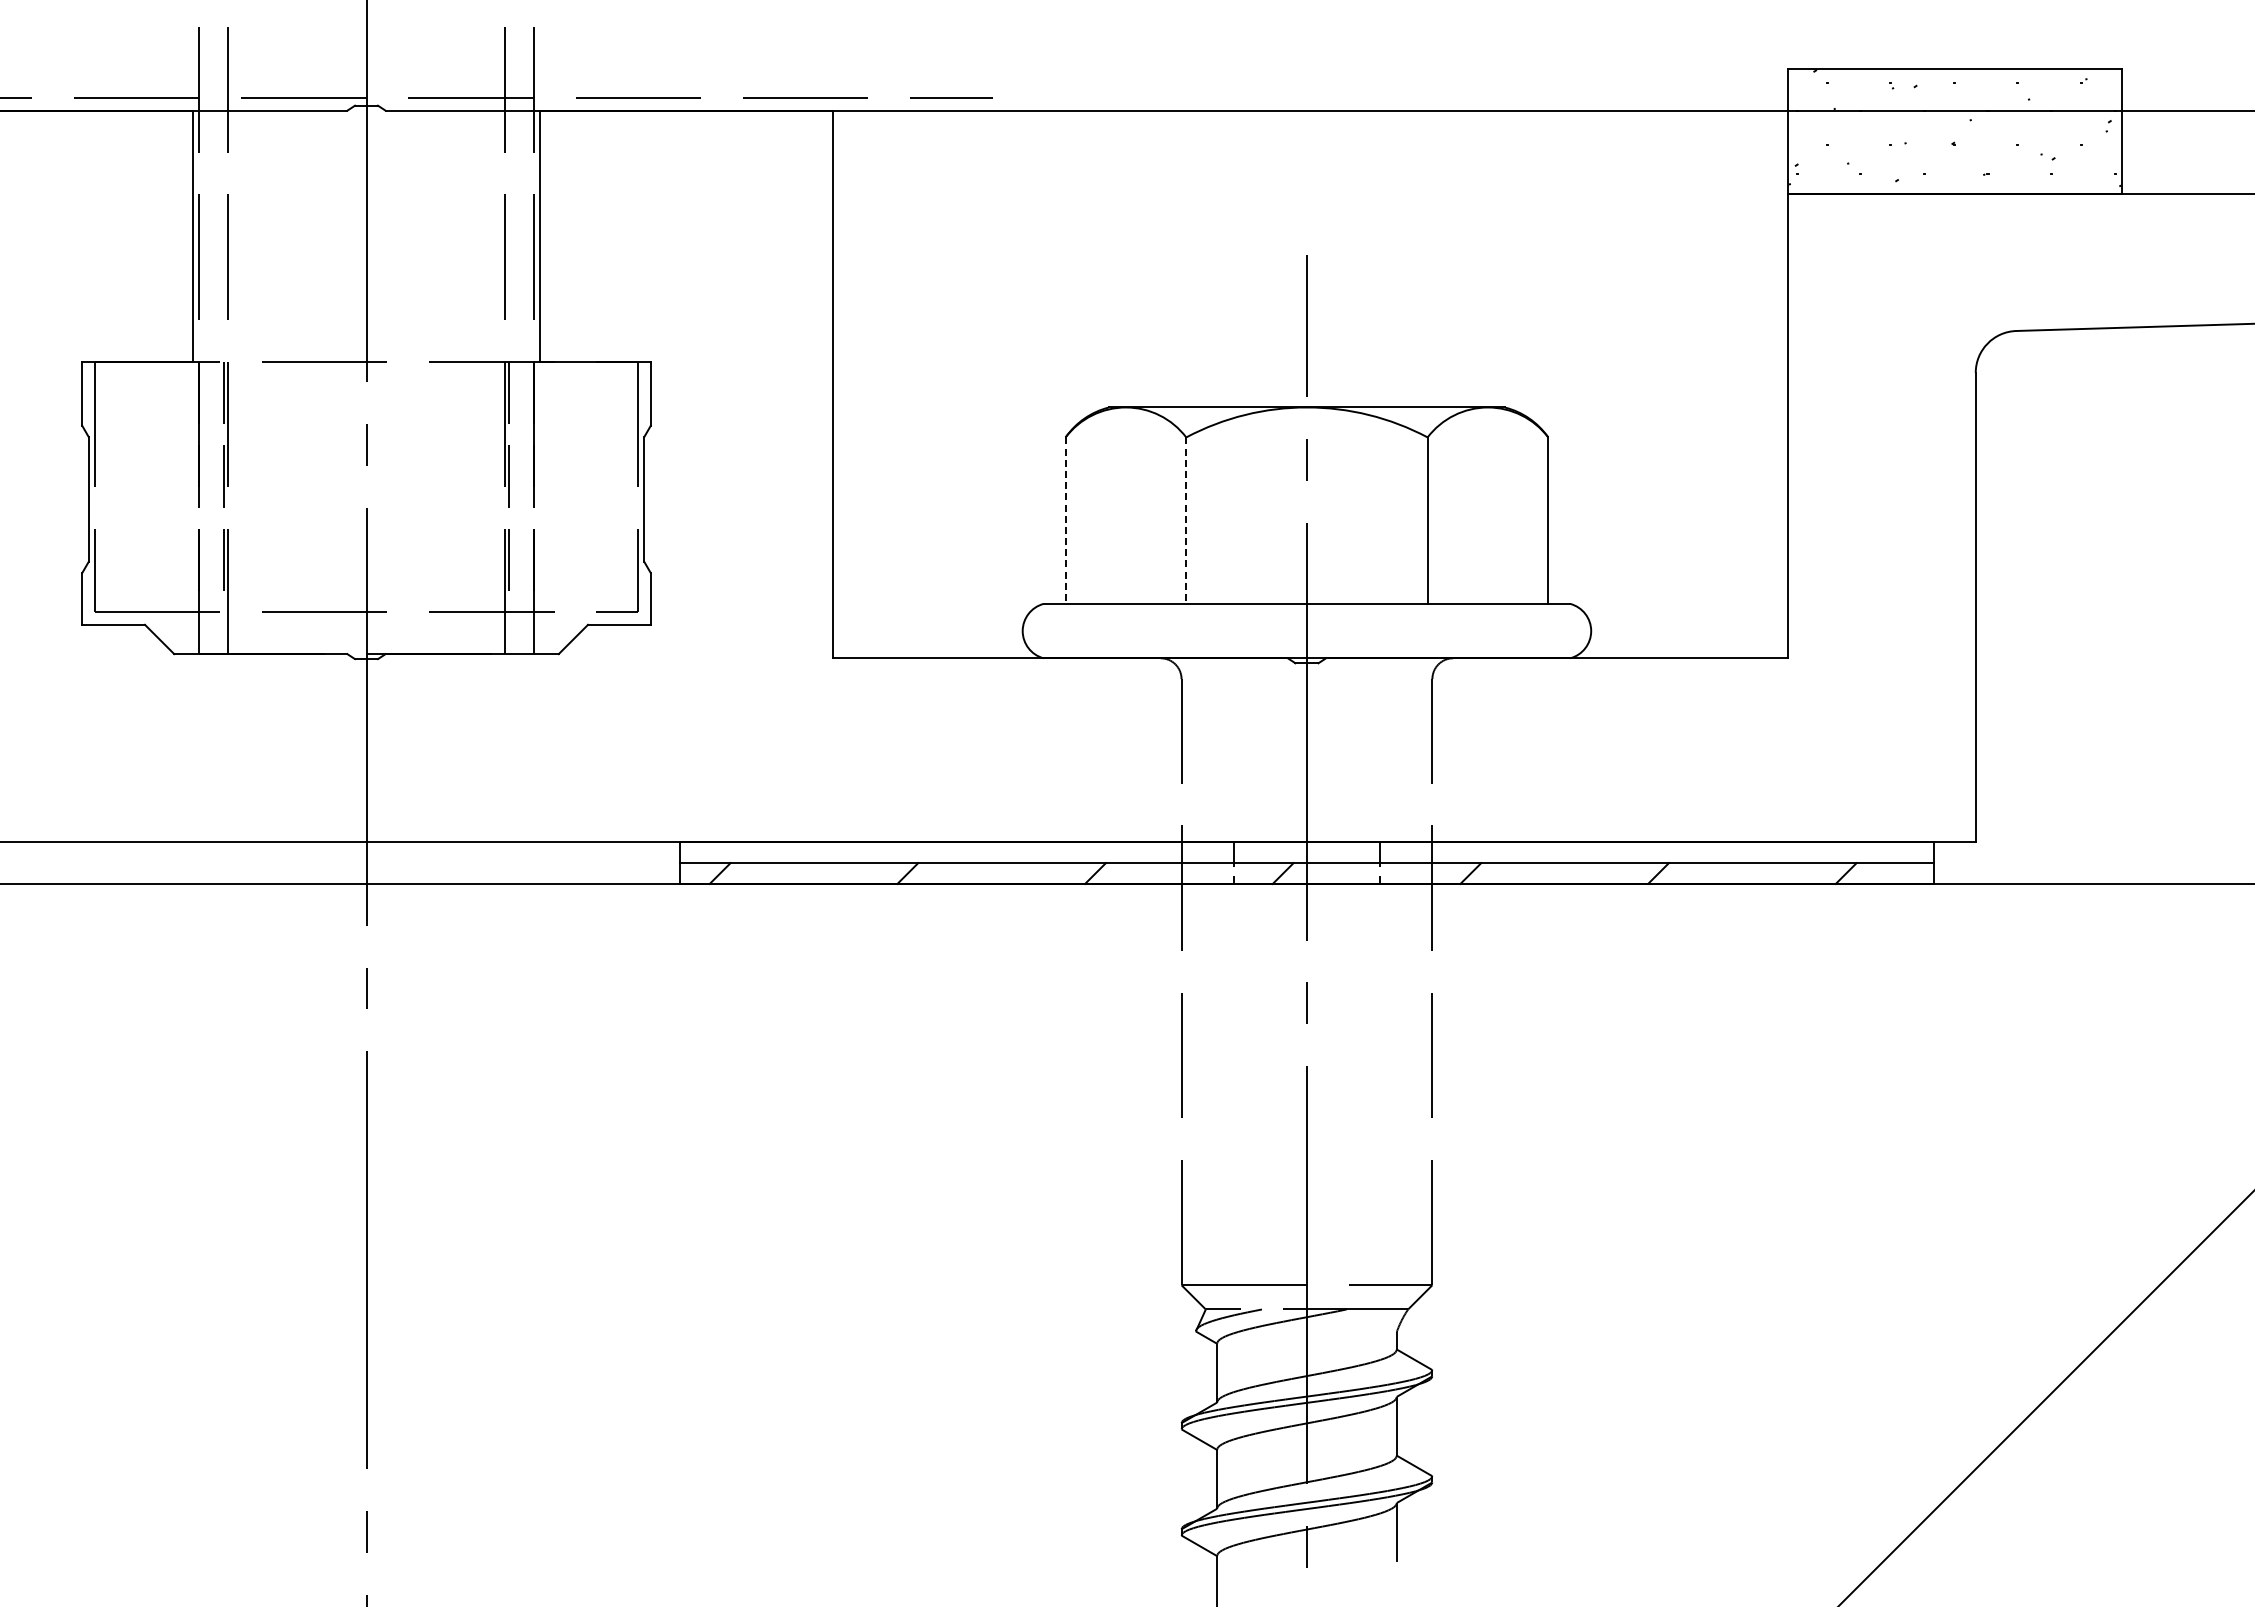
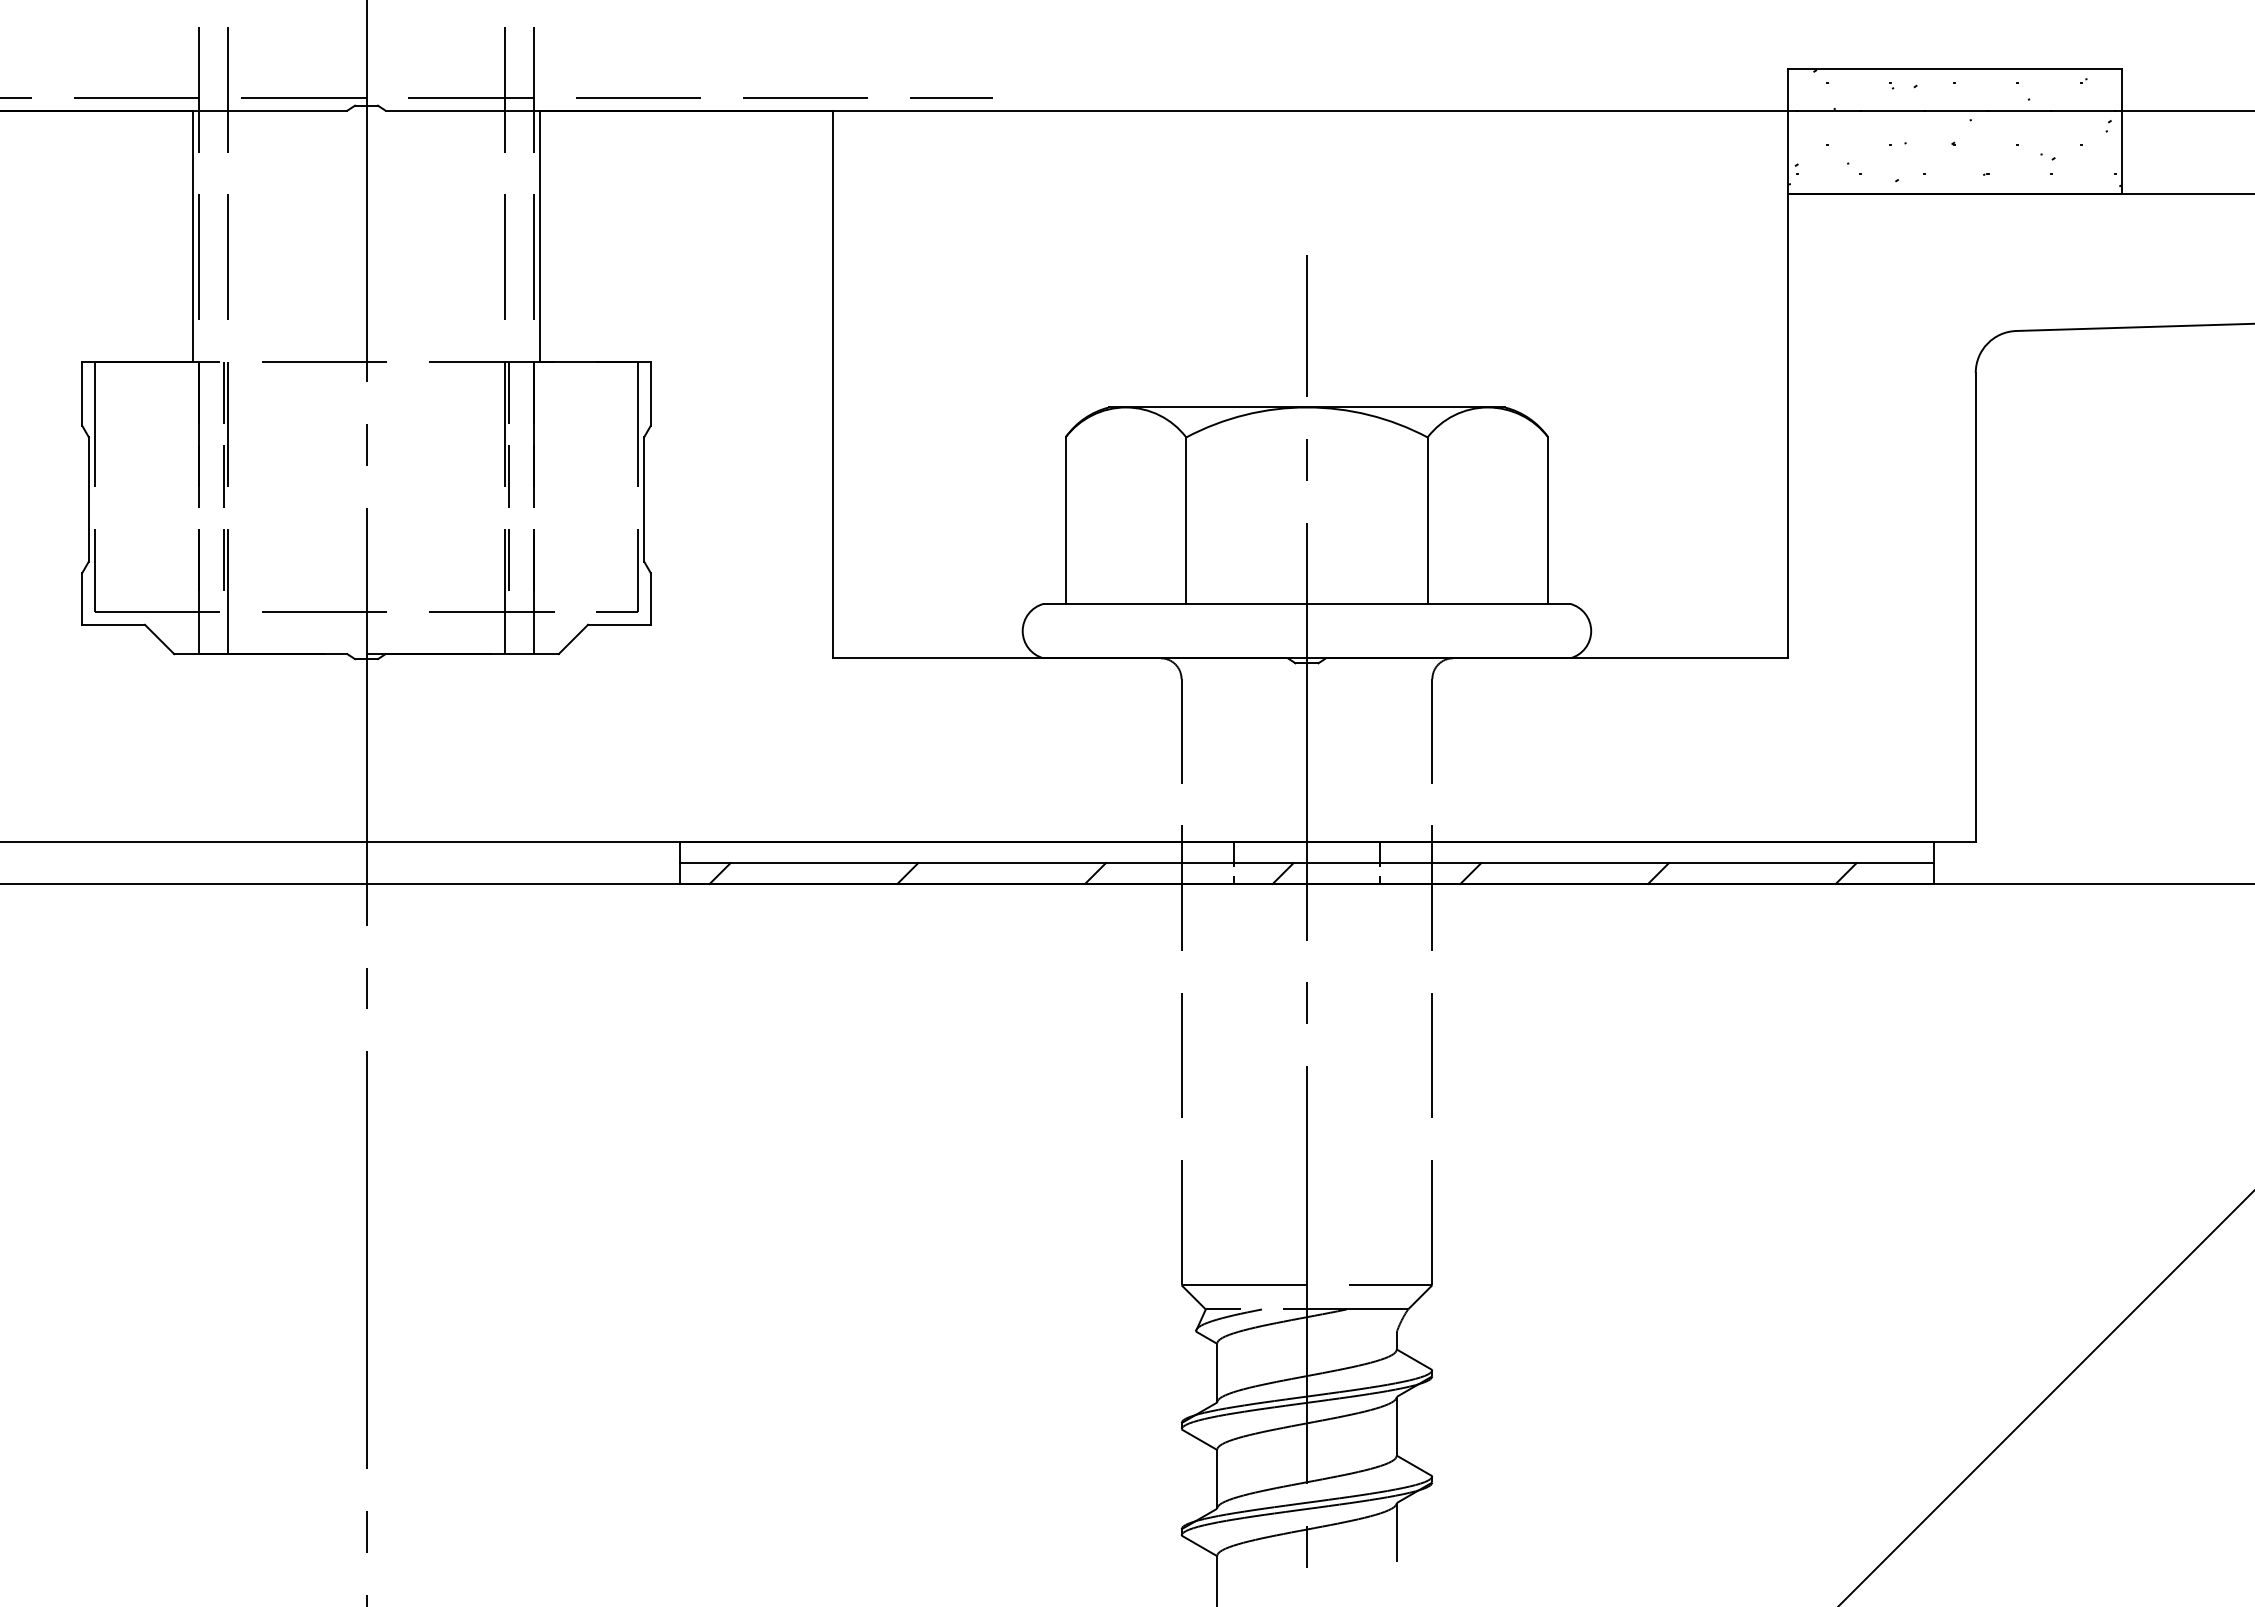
line at (1065, 521): dashed -> solid
line at (1186, 521): dashed -> solid
